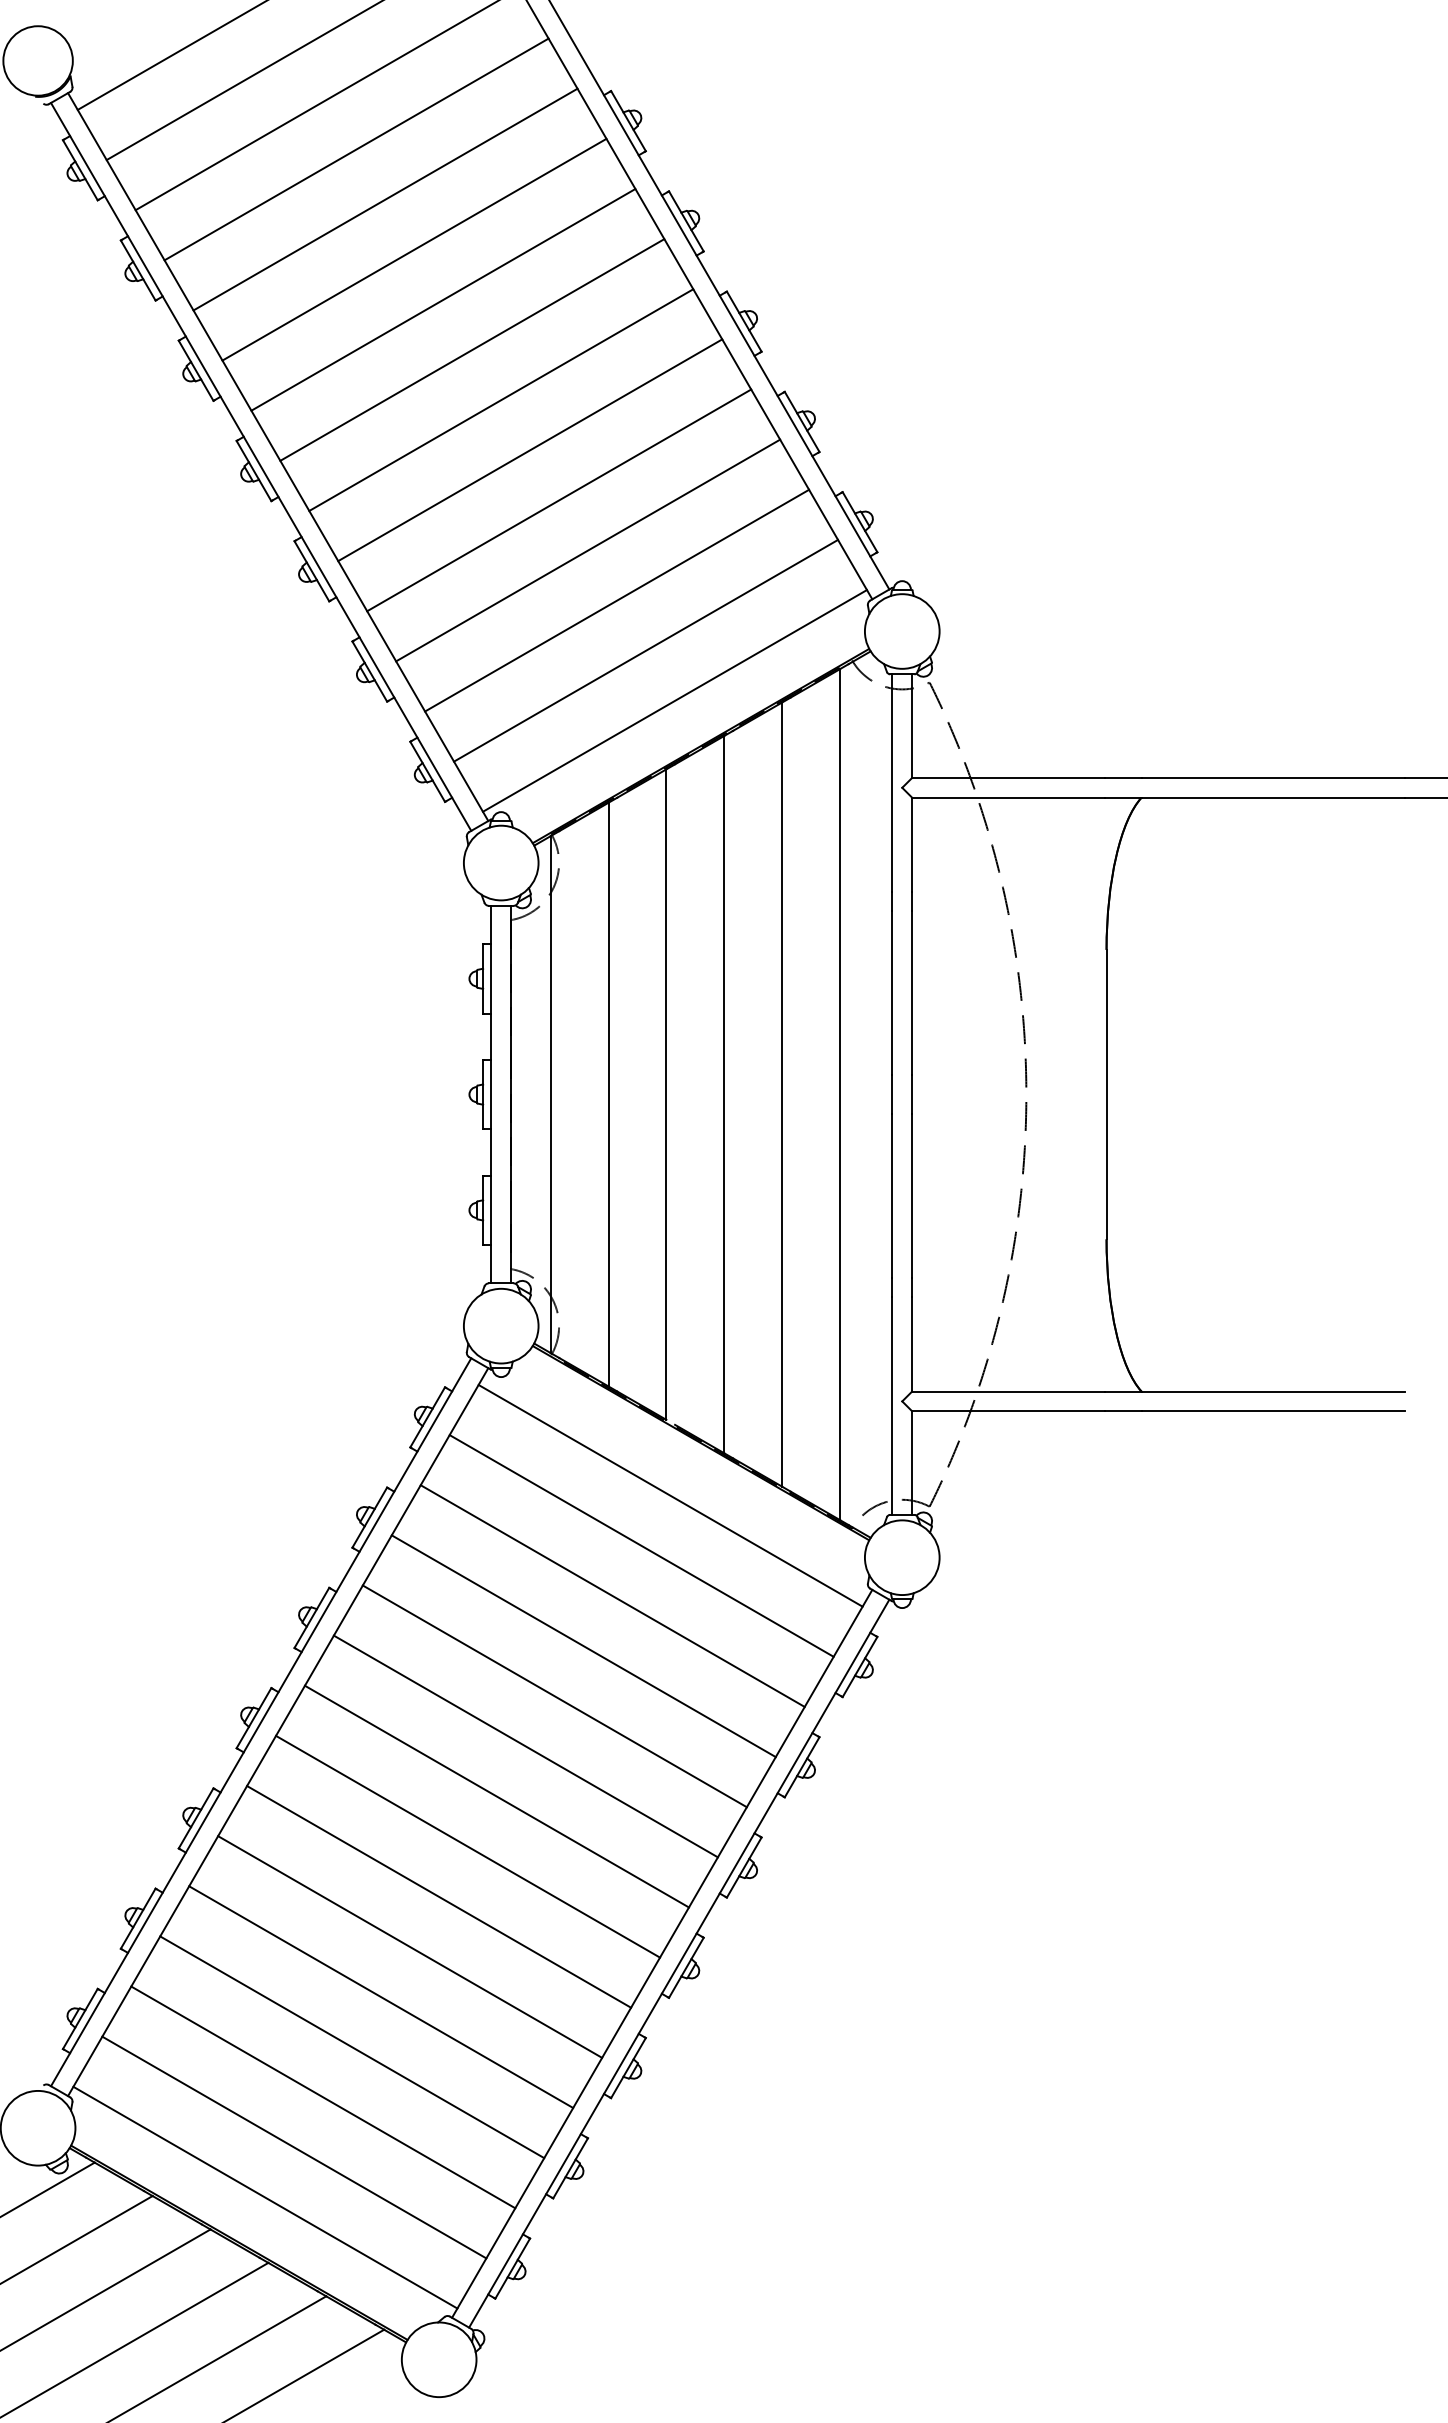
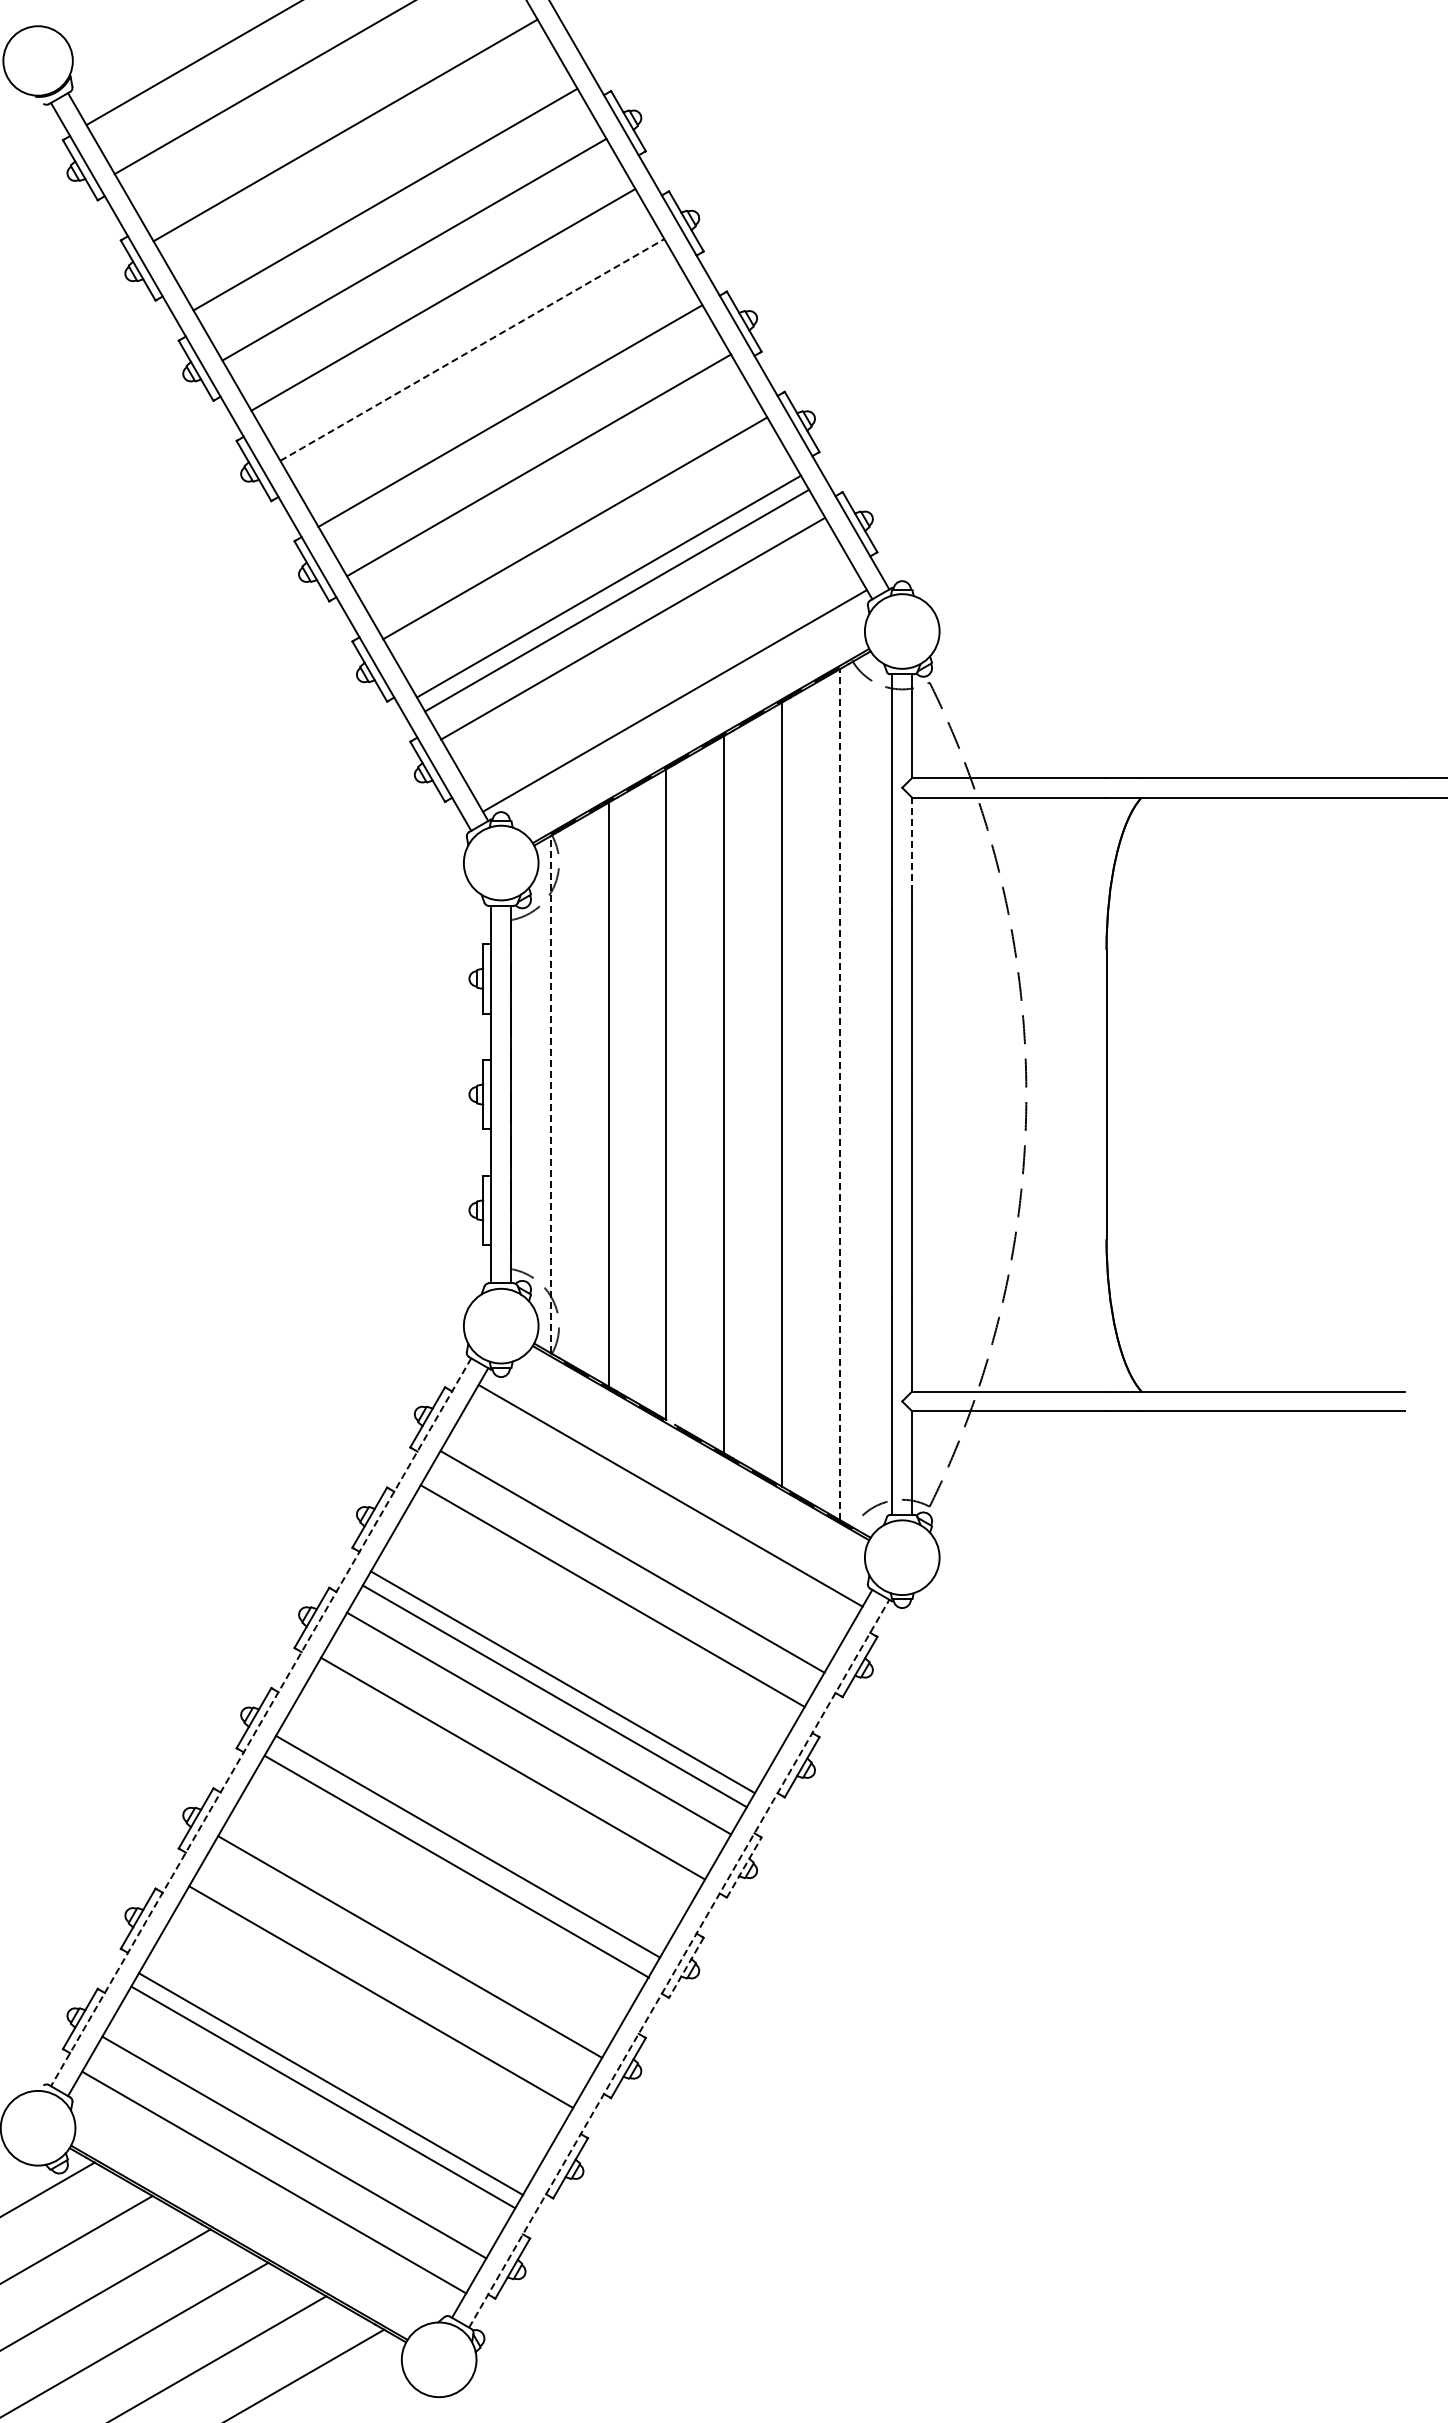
line at (170, 55) position: (170, 55) -> (192, 63)
line at (242, 81): present -> none
line at (315, 106) position: (315, 106) -> (263, 88)
line at (356, 149) position: (356, 149) -> (345, 130)
line at (472, 350): solid -> dashed
line at (501, 399) position: (501, 399) -> (510, 415)
line at (530, 450) position: (530, 450) -> (539, 465)
line at (559, 500) position: (559, 500) -> (575, 528)
line at (588, 550) position: (588, 550) -> (609, 586)
line at (646, 650) position: (646, 650) -> (633, 628)
line at (912, 844): solid -> dashed
line at (550, 1094): solid -> dashed
line at (840, 1094): solid -> dashed
line at (641, 1545) position: (641, 1545) -> (632, 1561)
line at (583, 1646) position: (583, 1646) -> (562, 1682)
line at (260, 1722): solid -> dashed
line at (525, 1746) position: (525, 1746) -> (538, 1723)
line at (496, 1796) position: (496, 1796) -> (512, 1768)
line at (744, 1867): solid -> dashed
line at (439, 1896) position: (439, 1896) -> (457, 1866)
line at (679, 1963): solid -> dashed
line at (686, 1967): solid -> dashed
line at (352, 2047) position: (352, 2047) -> (331, 2084)
line at (265, 2197) position: (265, 2197) -> (274, 2182)
